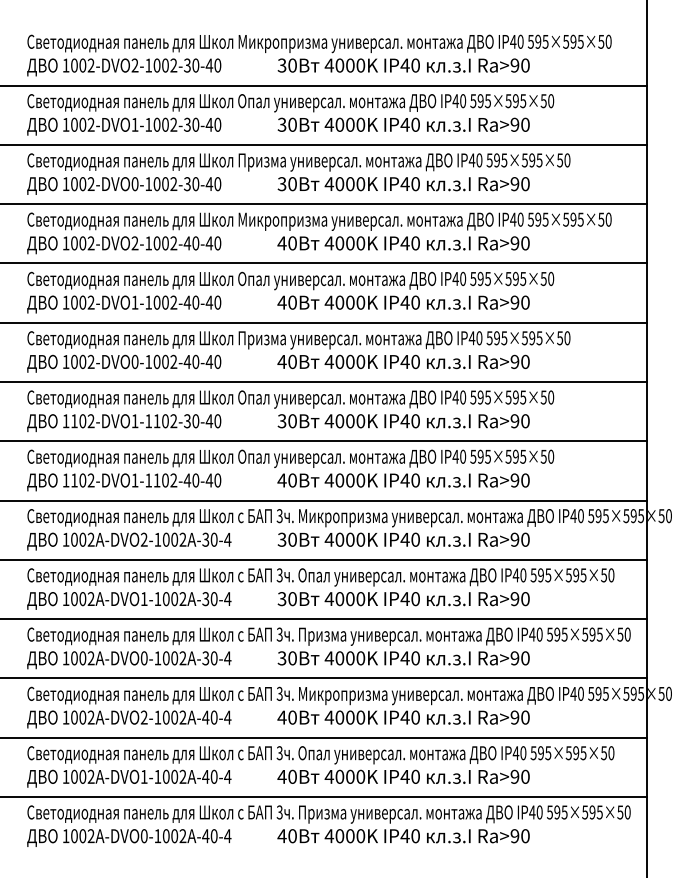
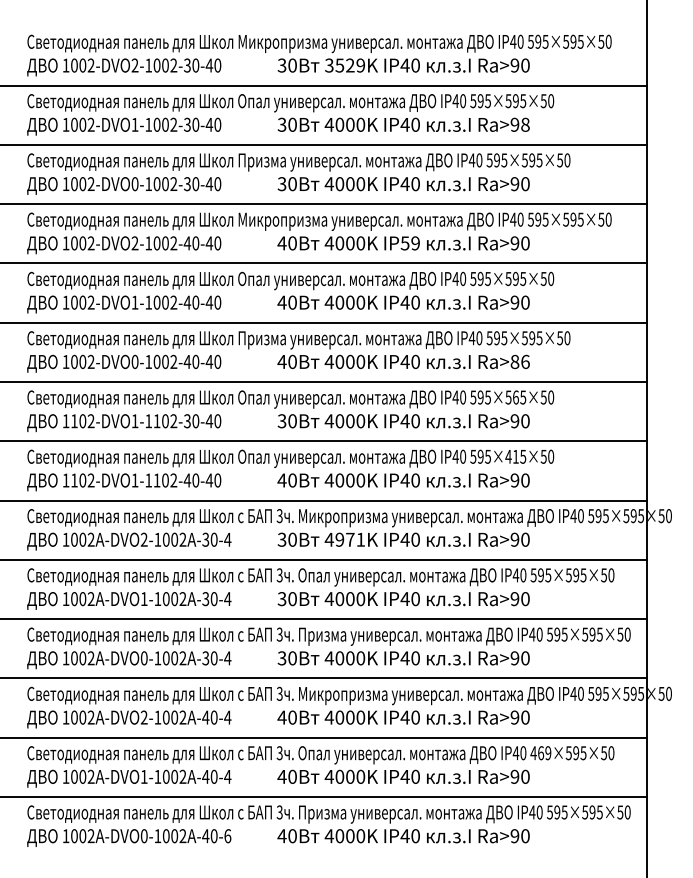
text at (344, 65): 4000K -> 3529K
text at (525, 124): Ra>90 -> Ra>98
text at (409, 243): IP40 -> IP59
text at (519, 362): Ra>90 -> Ra>86
text at (515, 397): 595×595×50 -> 595×565×50
text at (511, 456): 595×595×50 -> 595×415×50
text at (350, 539): 4000K -> 4971K
text at (540, 753): 595×595×50 -> 469×595×50
text at (227, 836): -DVO0-1002A-40-4 -> -DVO0-1002A-40-6
